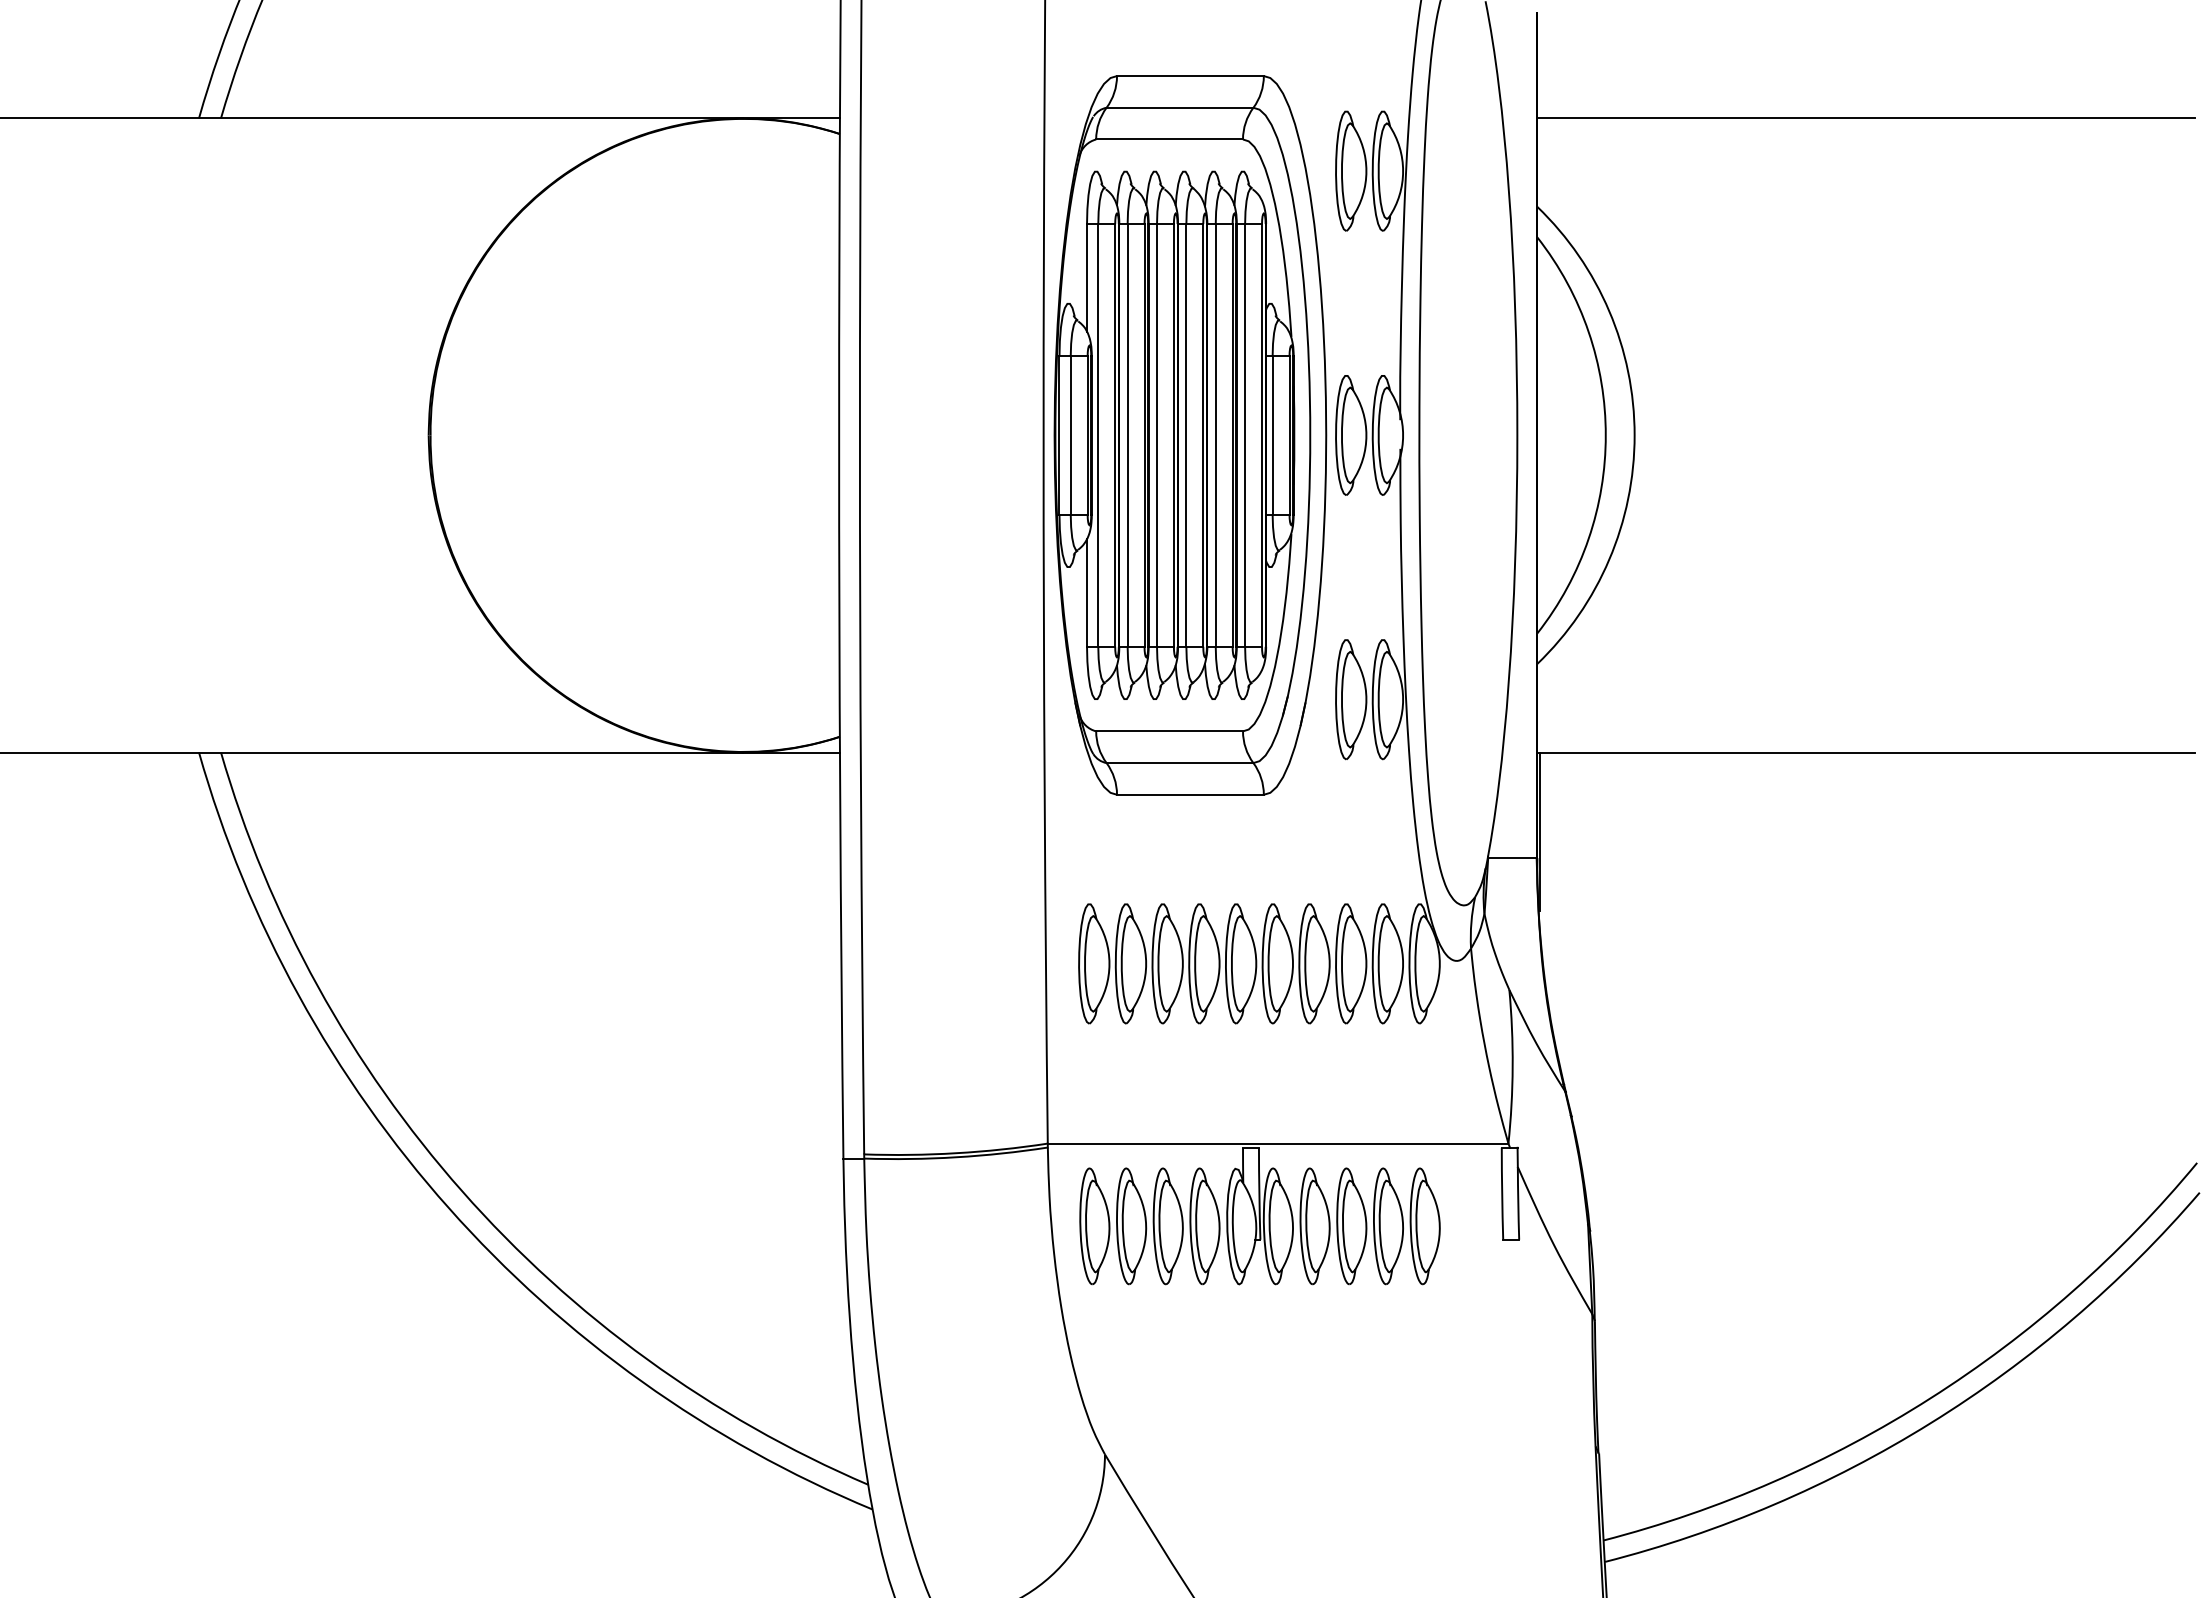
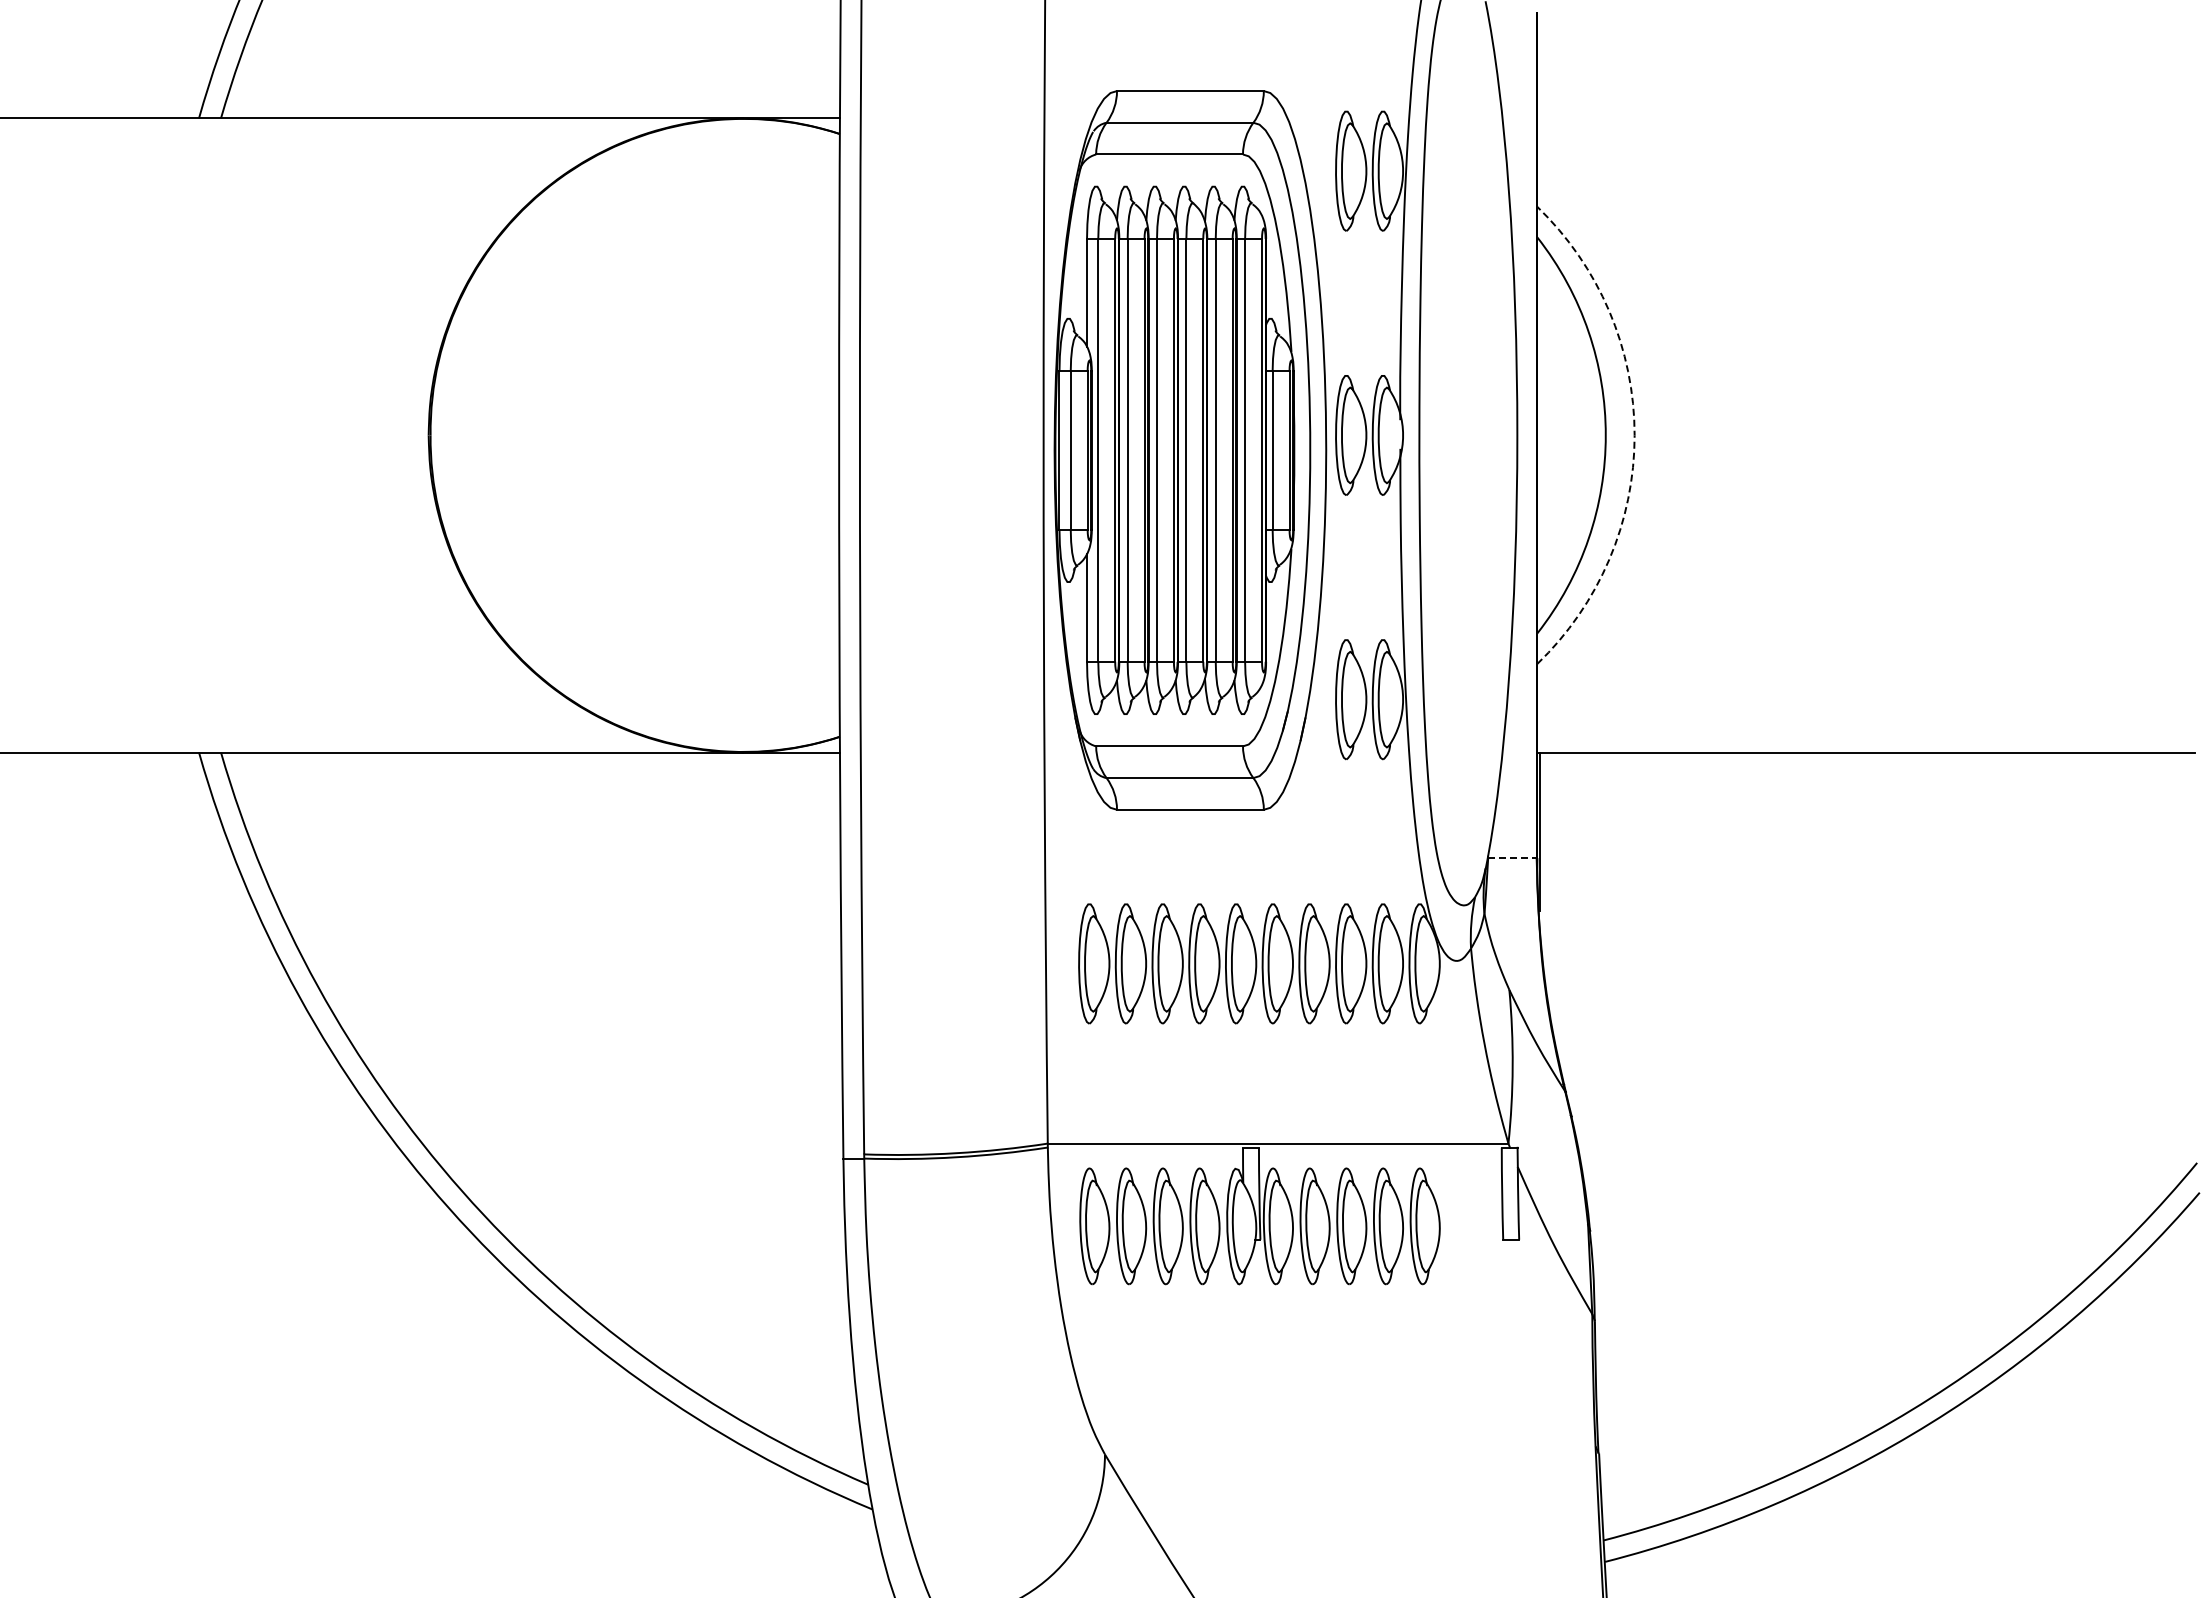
line at (1865, 118): present -> none
part at (1190, 435) position: (1190, 435) -> (1190, 450)
arc at (1634, 435): solid -> dashed
line at (1512, 858): solid -> dashed
